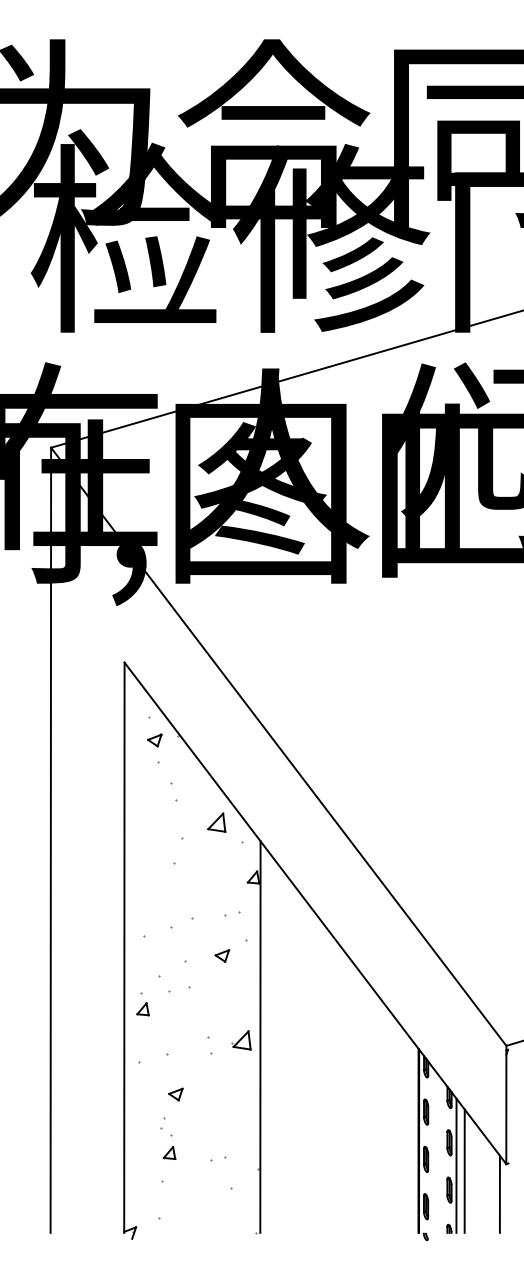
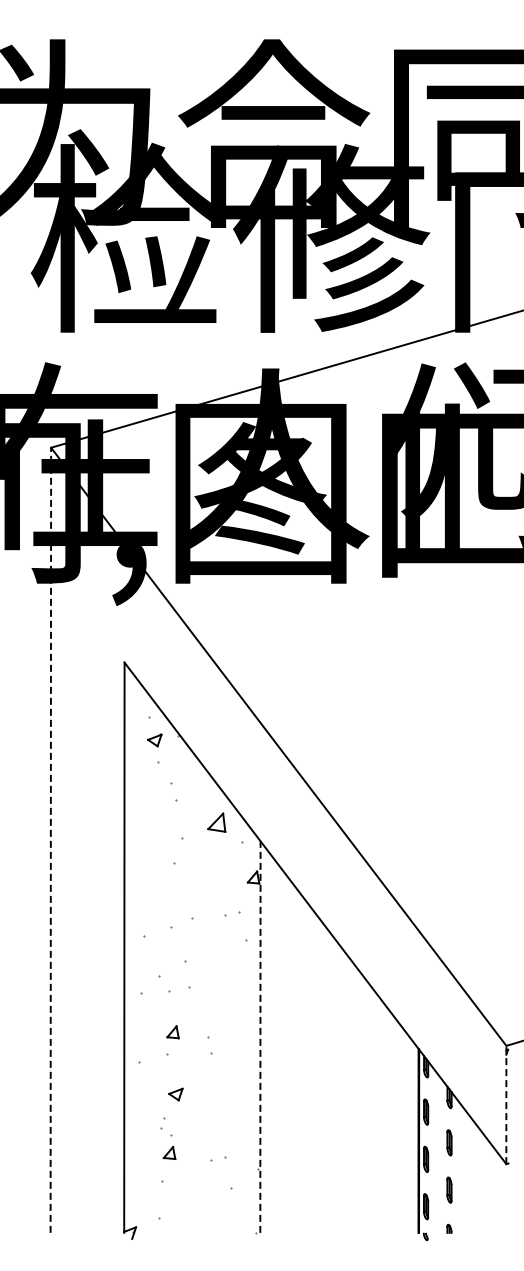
line at (50, 840): solid -> dashed
part at (222, 955): present -> none
part at (142, 1009) position: (142, 1009) -> (172, 1032)
line at (260, 1037): solid -> dashed
part at (241, 1040): present -> none
line at (506, 1104): solid -> dashed
line at (456, 1165): present -> none
line at (464, 1170): present -> none
line at (499, 1193): present -> none
